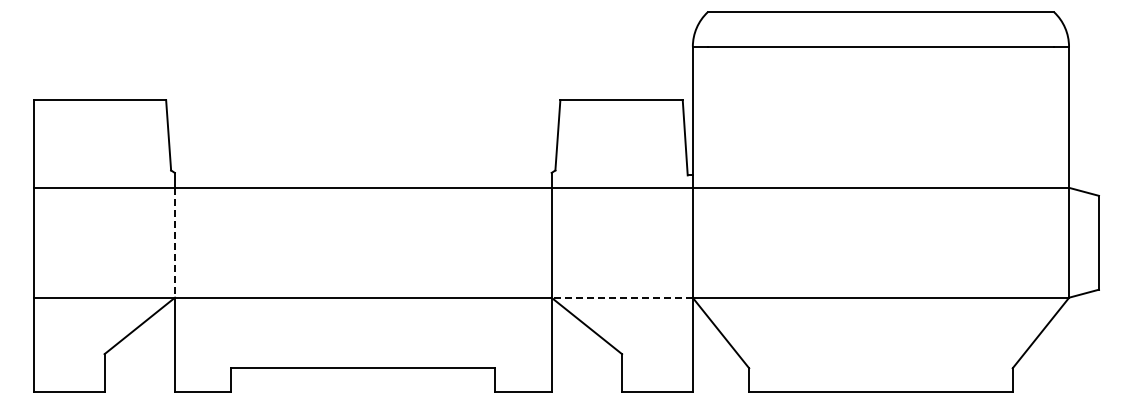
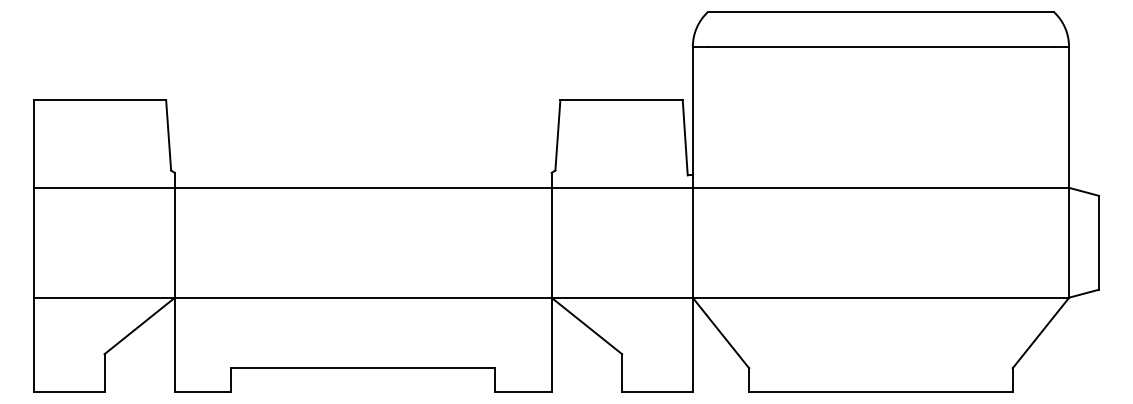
line at (175, 242): dashed -> solid
line at (622, 297): dashed -> solid
